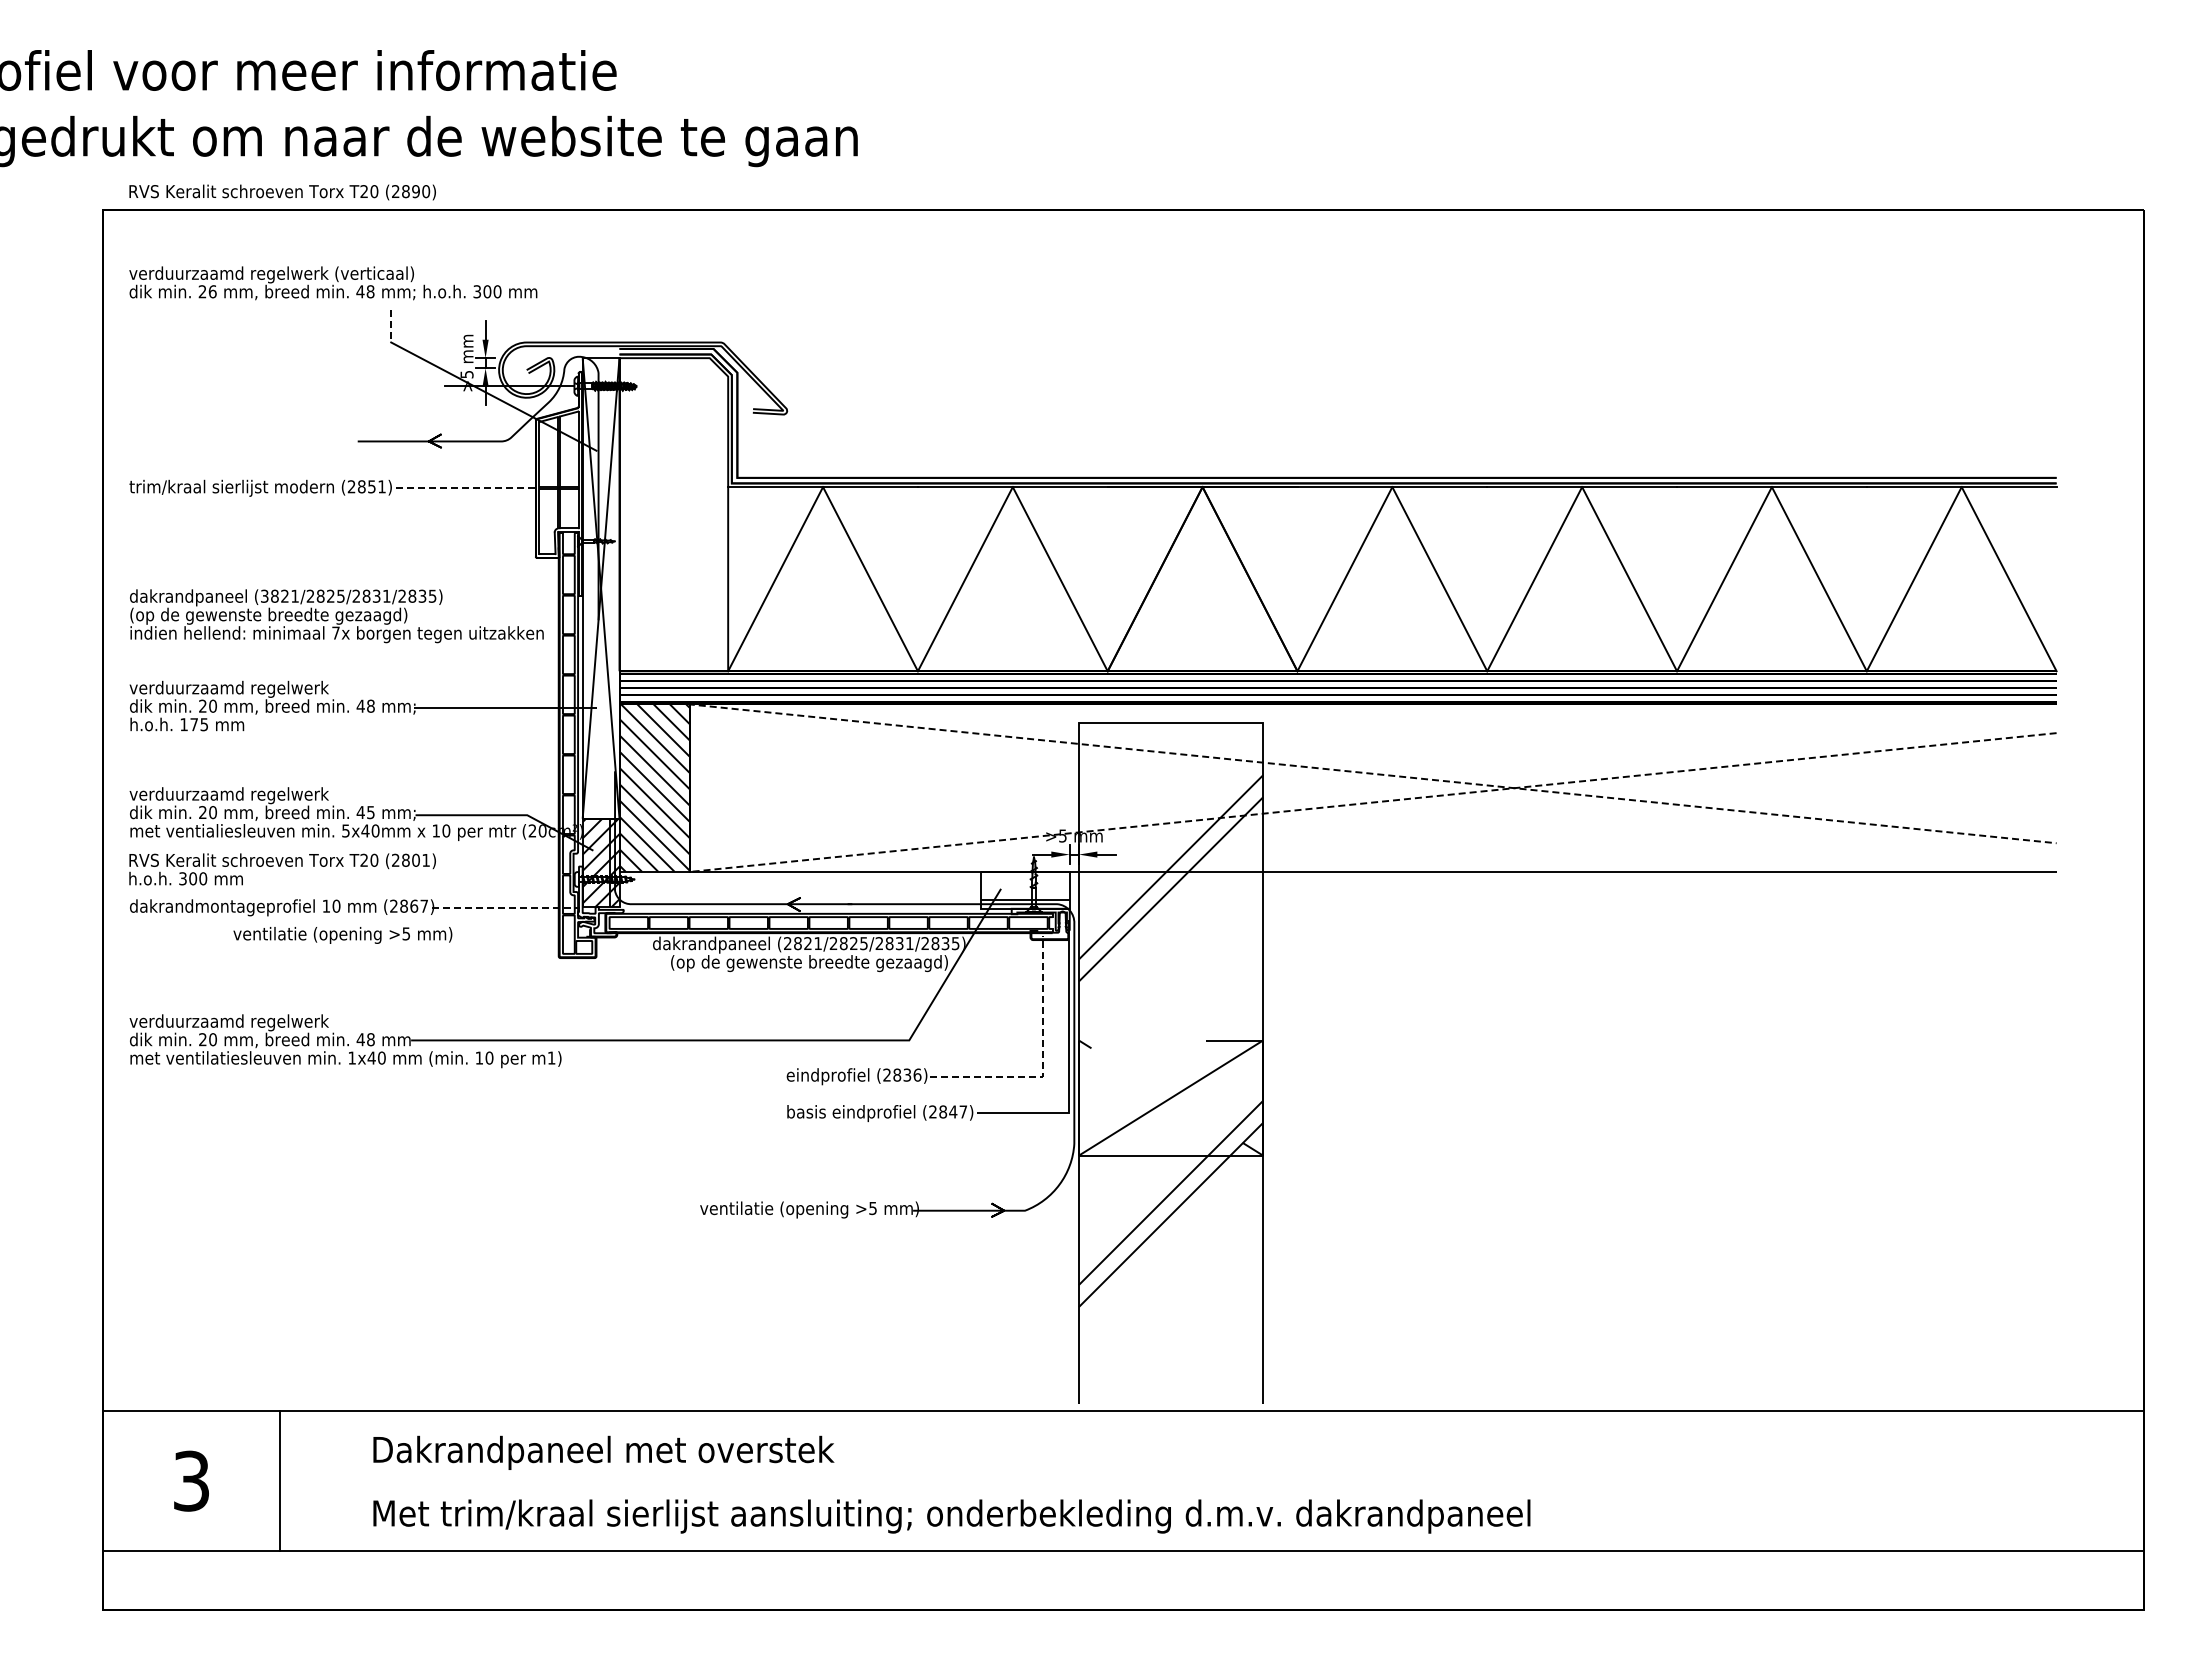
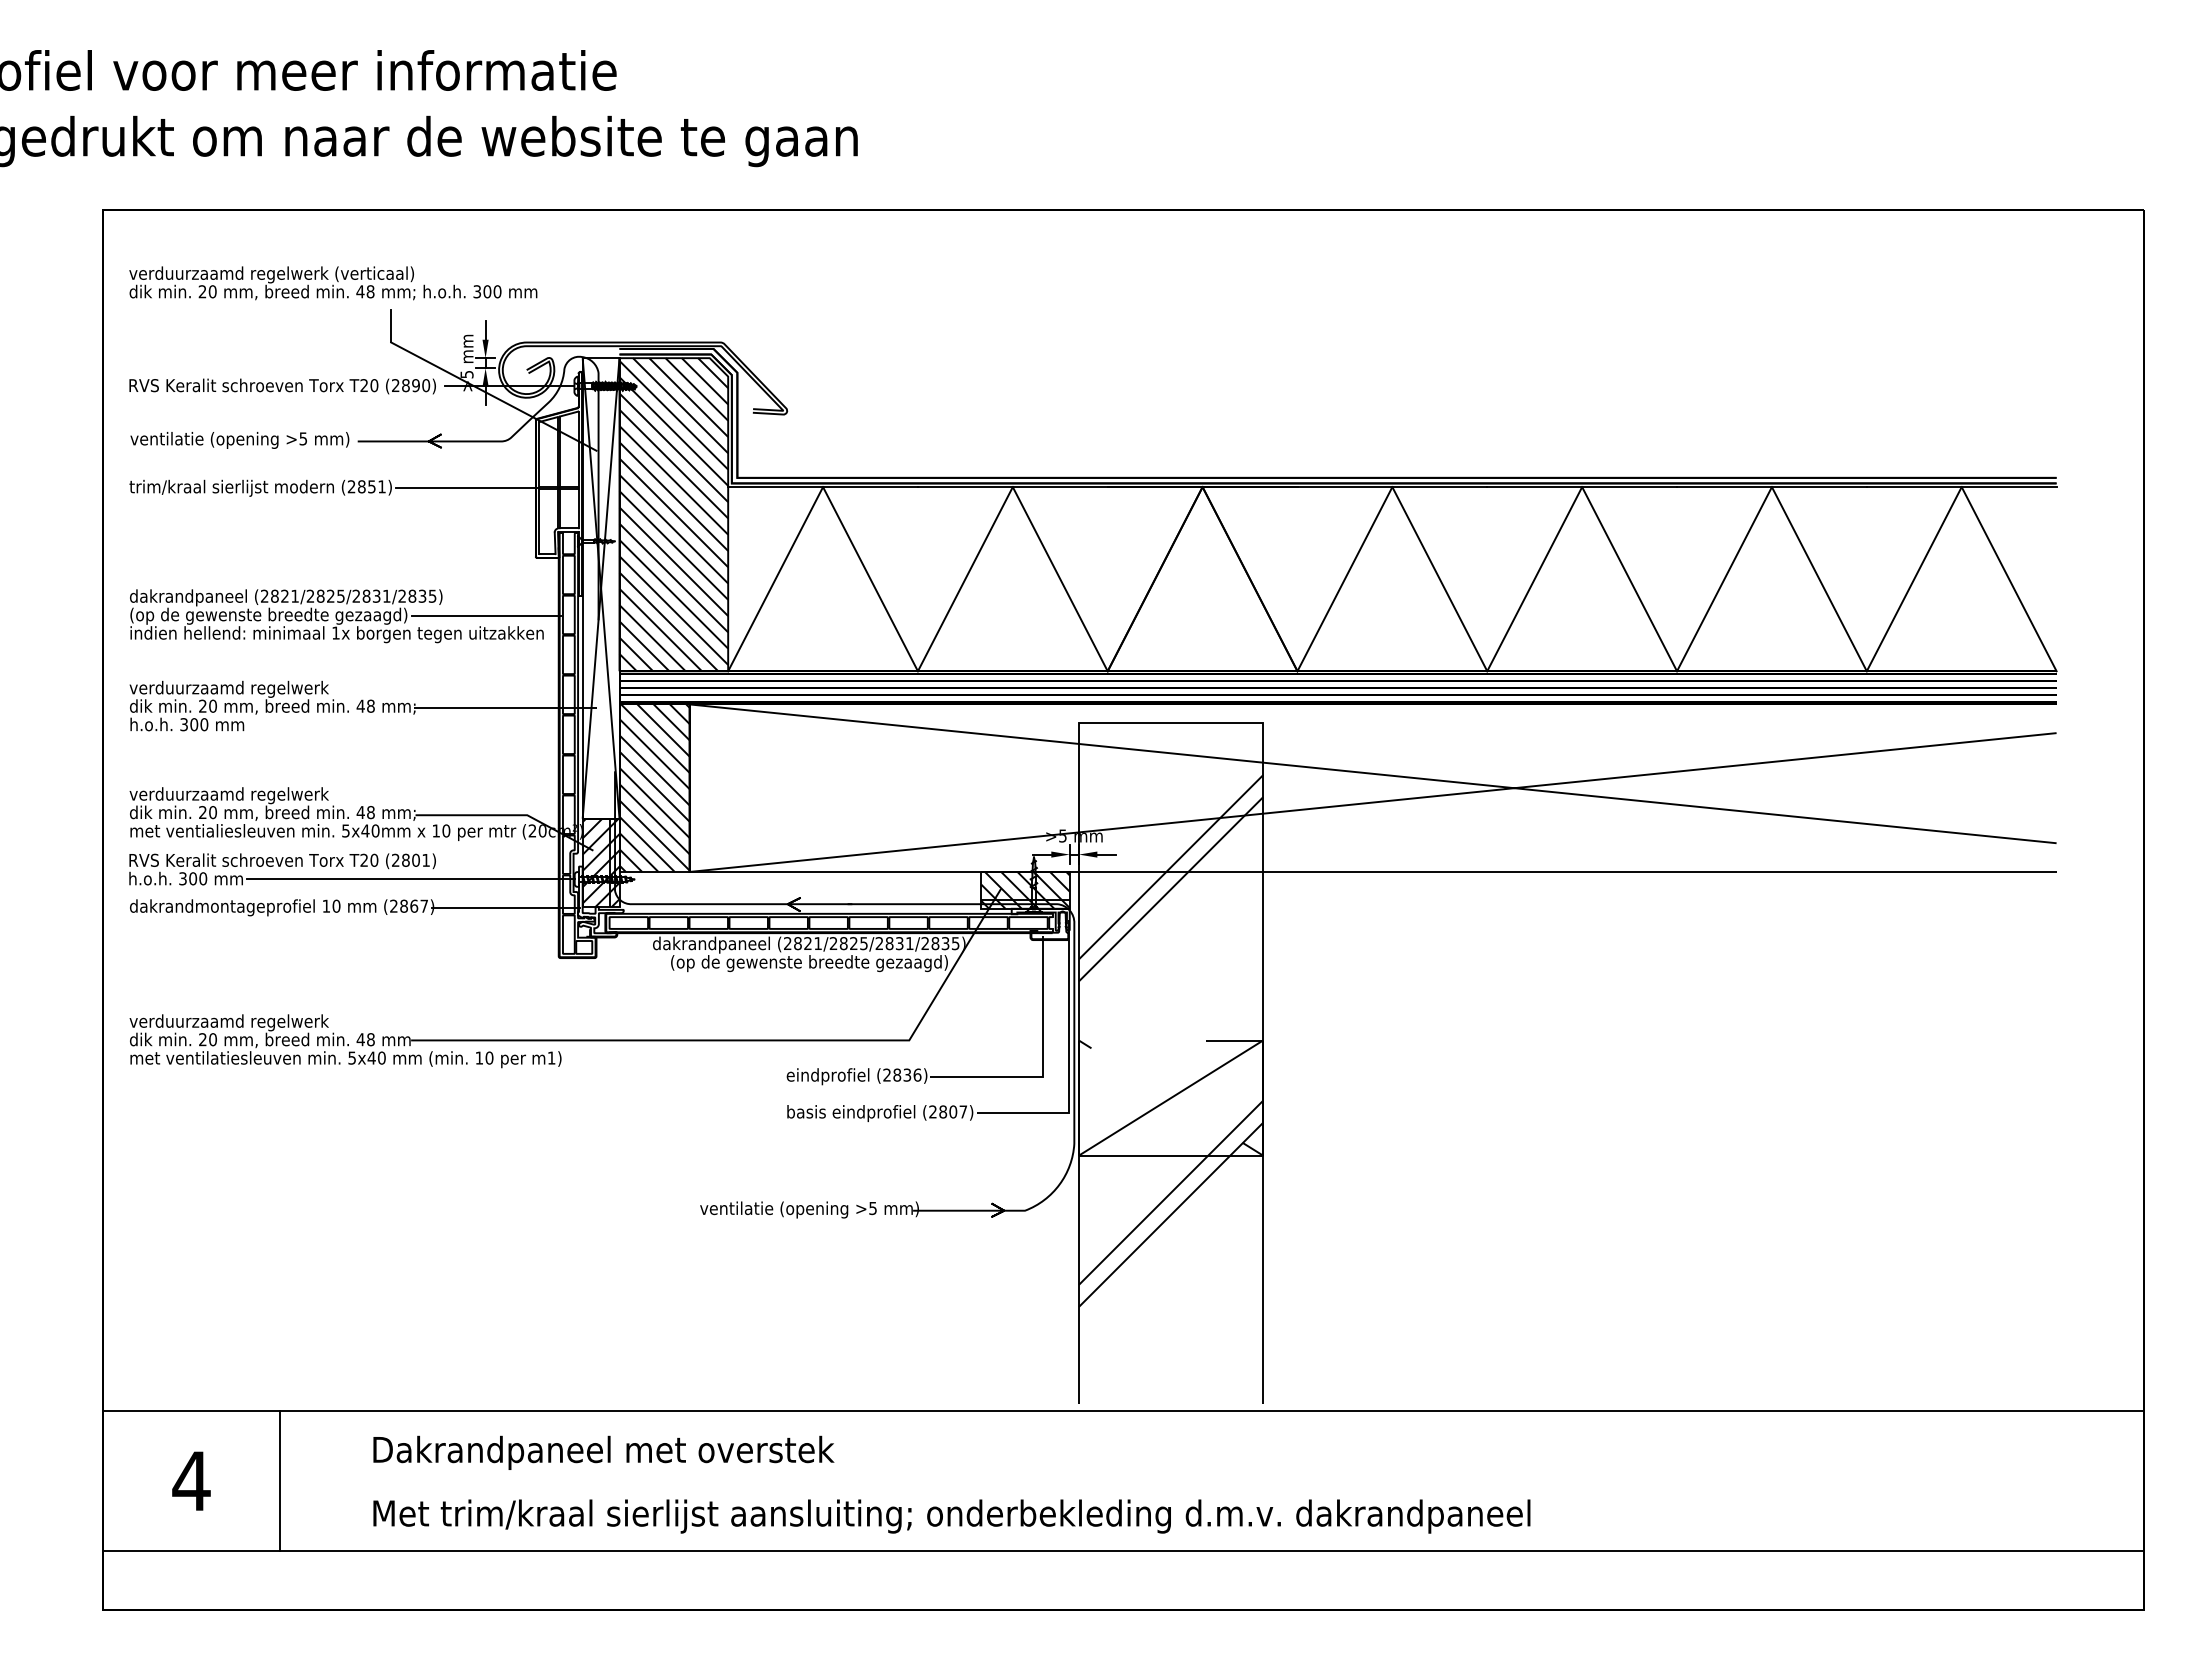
text at (282, 192) position: (282, 192) -> (282, 386)
text at (212, 291): 26 -> 20
line at (391, 326): dashed -> solid
line at (468, 488): dashed -> solid
hatch at (673, 514): none -> present
text at (264, 596): (3821/2825/2831/2835) -> (2821/2825/2831/2835)
line at (486, 615): none -> present
text at (335, 632): 7x -> 1x
text at (194, 724): 175 -> 300
line at (689, 788): dashed -> solid
text at (370, 812): 45 -> 48
line at (410, 879): none -> present
hatch at (1025, 889): none -> present
line at (506, 907): dashed -> solid
text at (342, 935) position: (342, 935) -> (239, 440)
text at (351, 1057): 1x40 -> 5x40
line at (1042, 1063): dashed -> solid
text at (953, 1111): (2847) -> (2807)
text at (191, 1480): 3 -> 4
